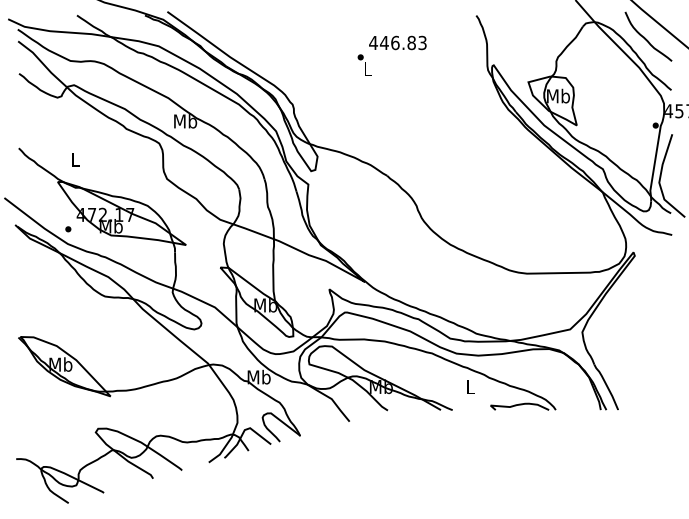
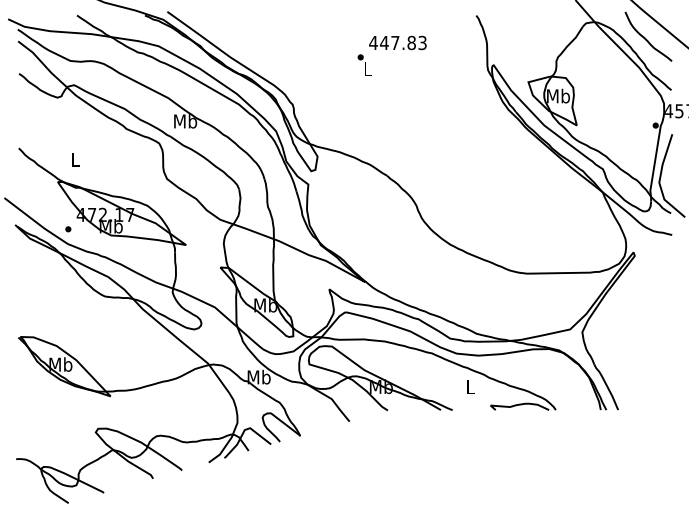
text at (395, 42): 446.83 -> 447.83
